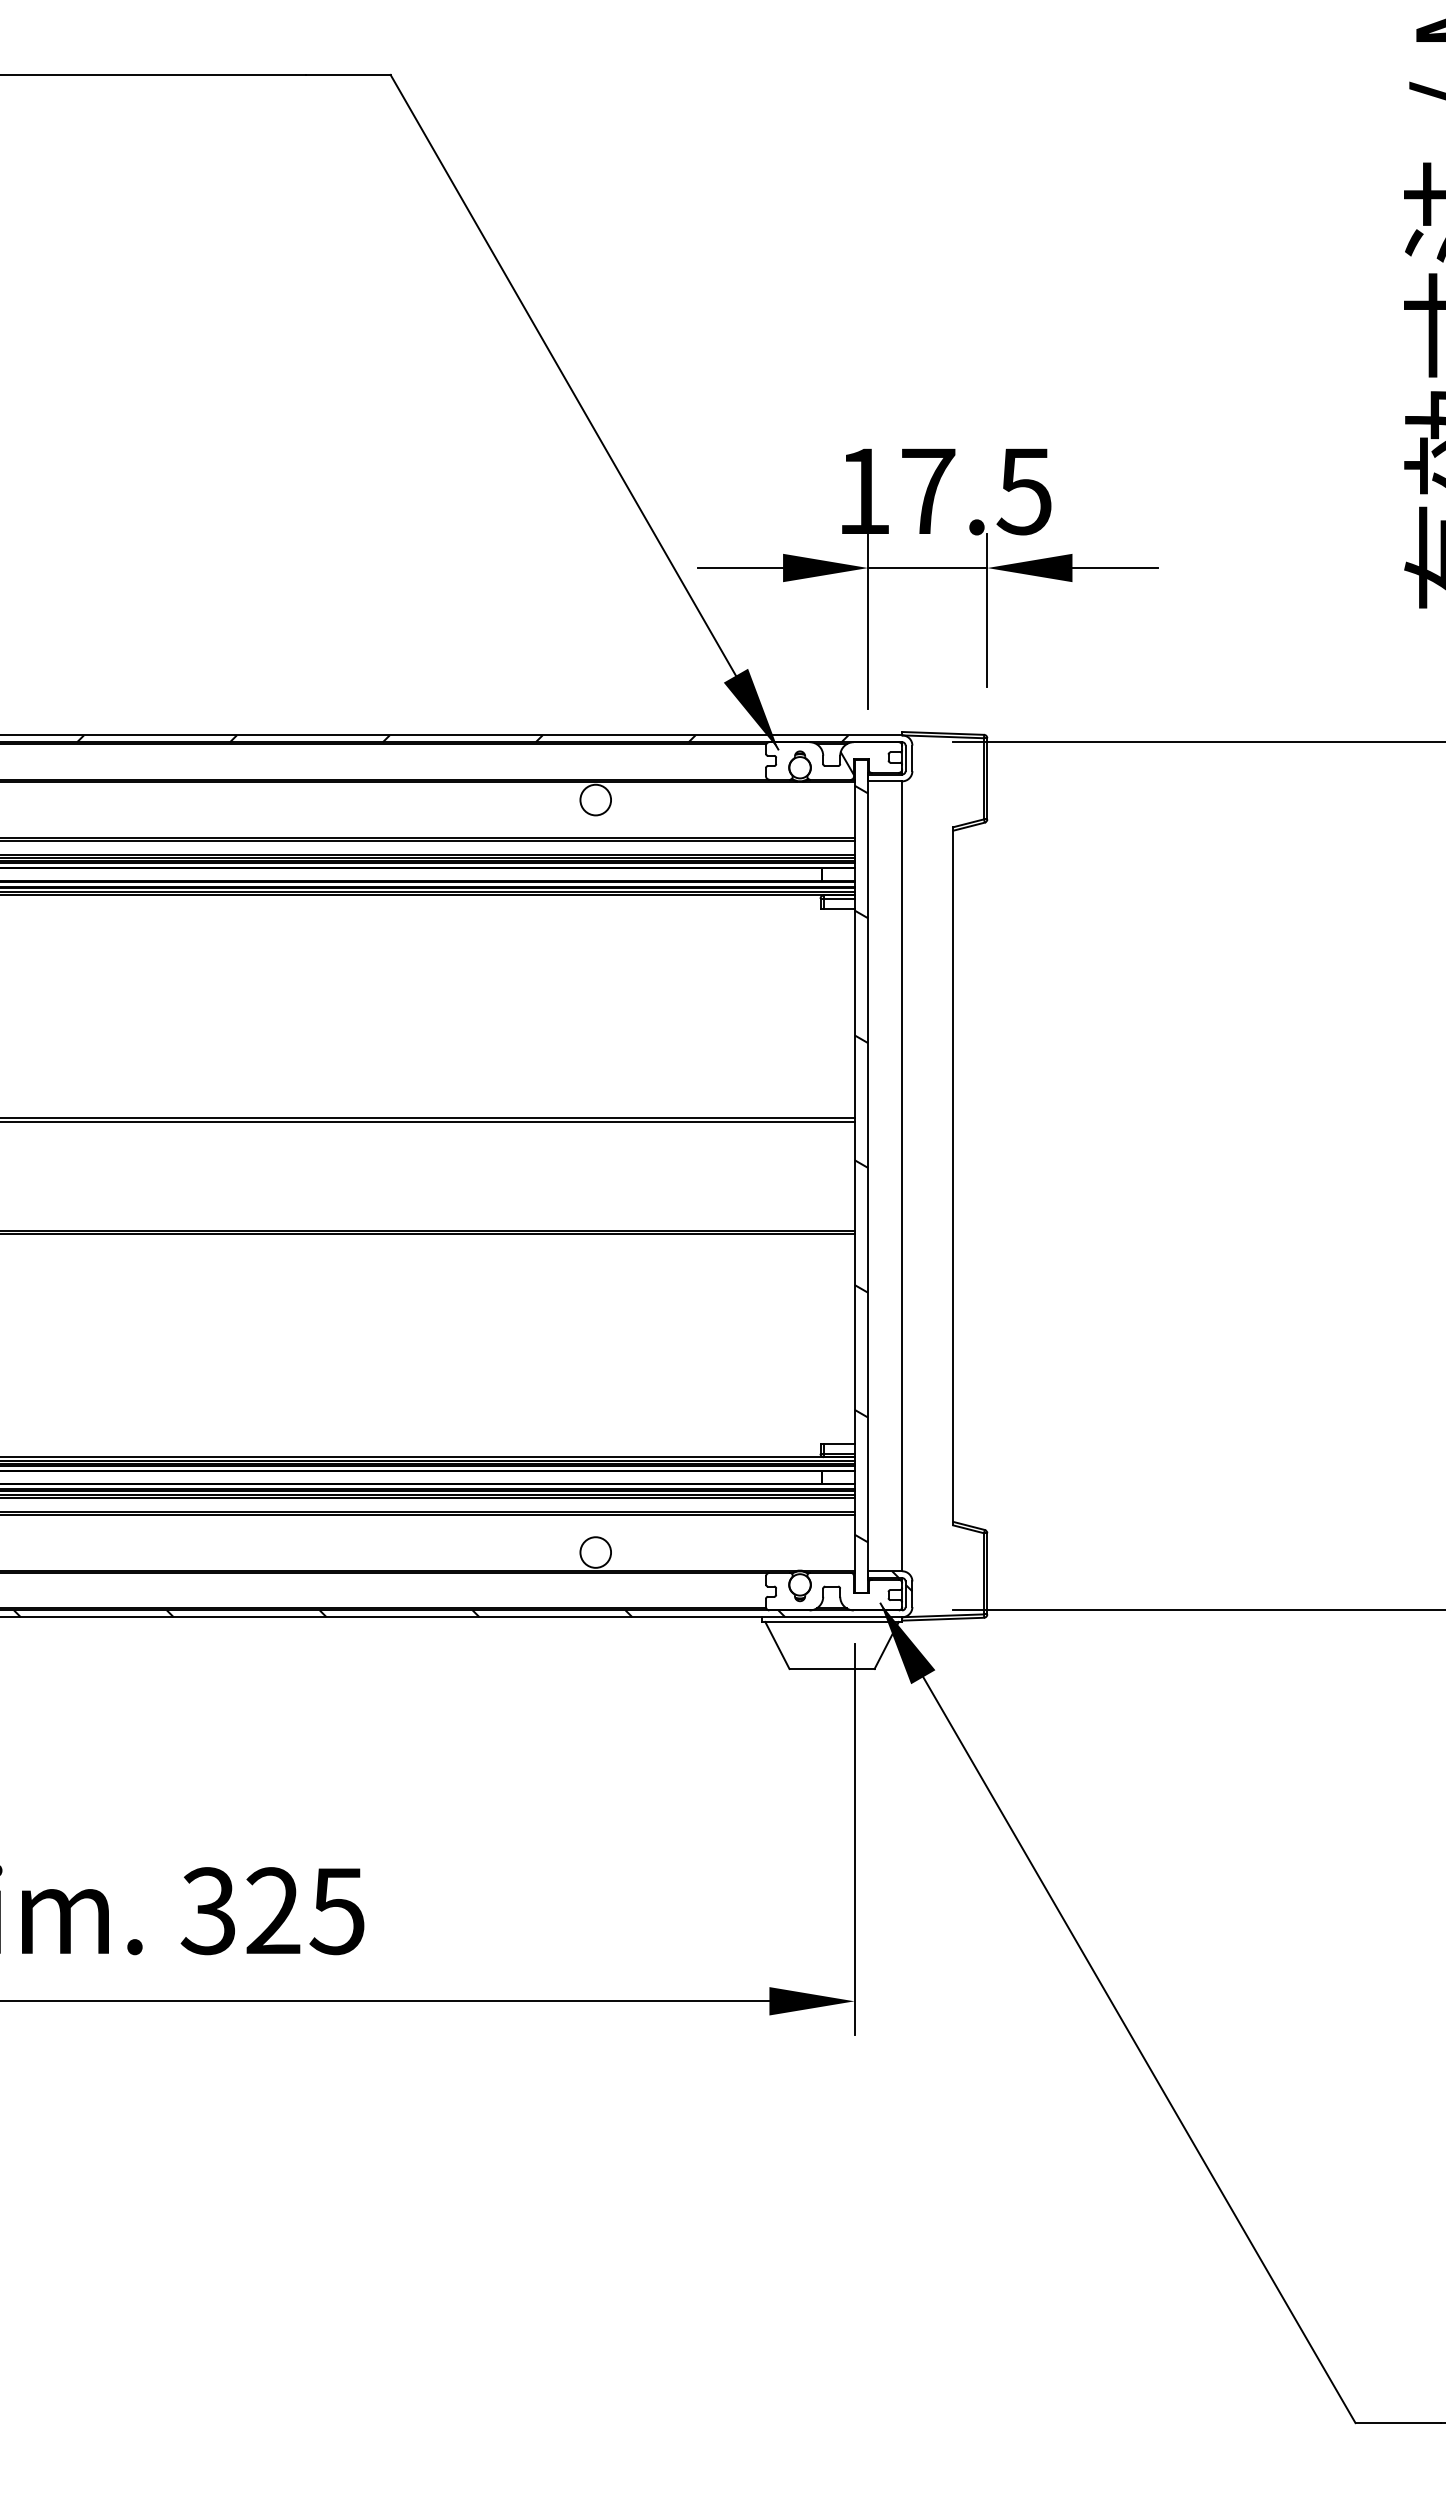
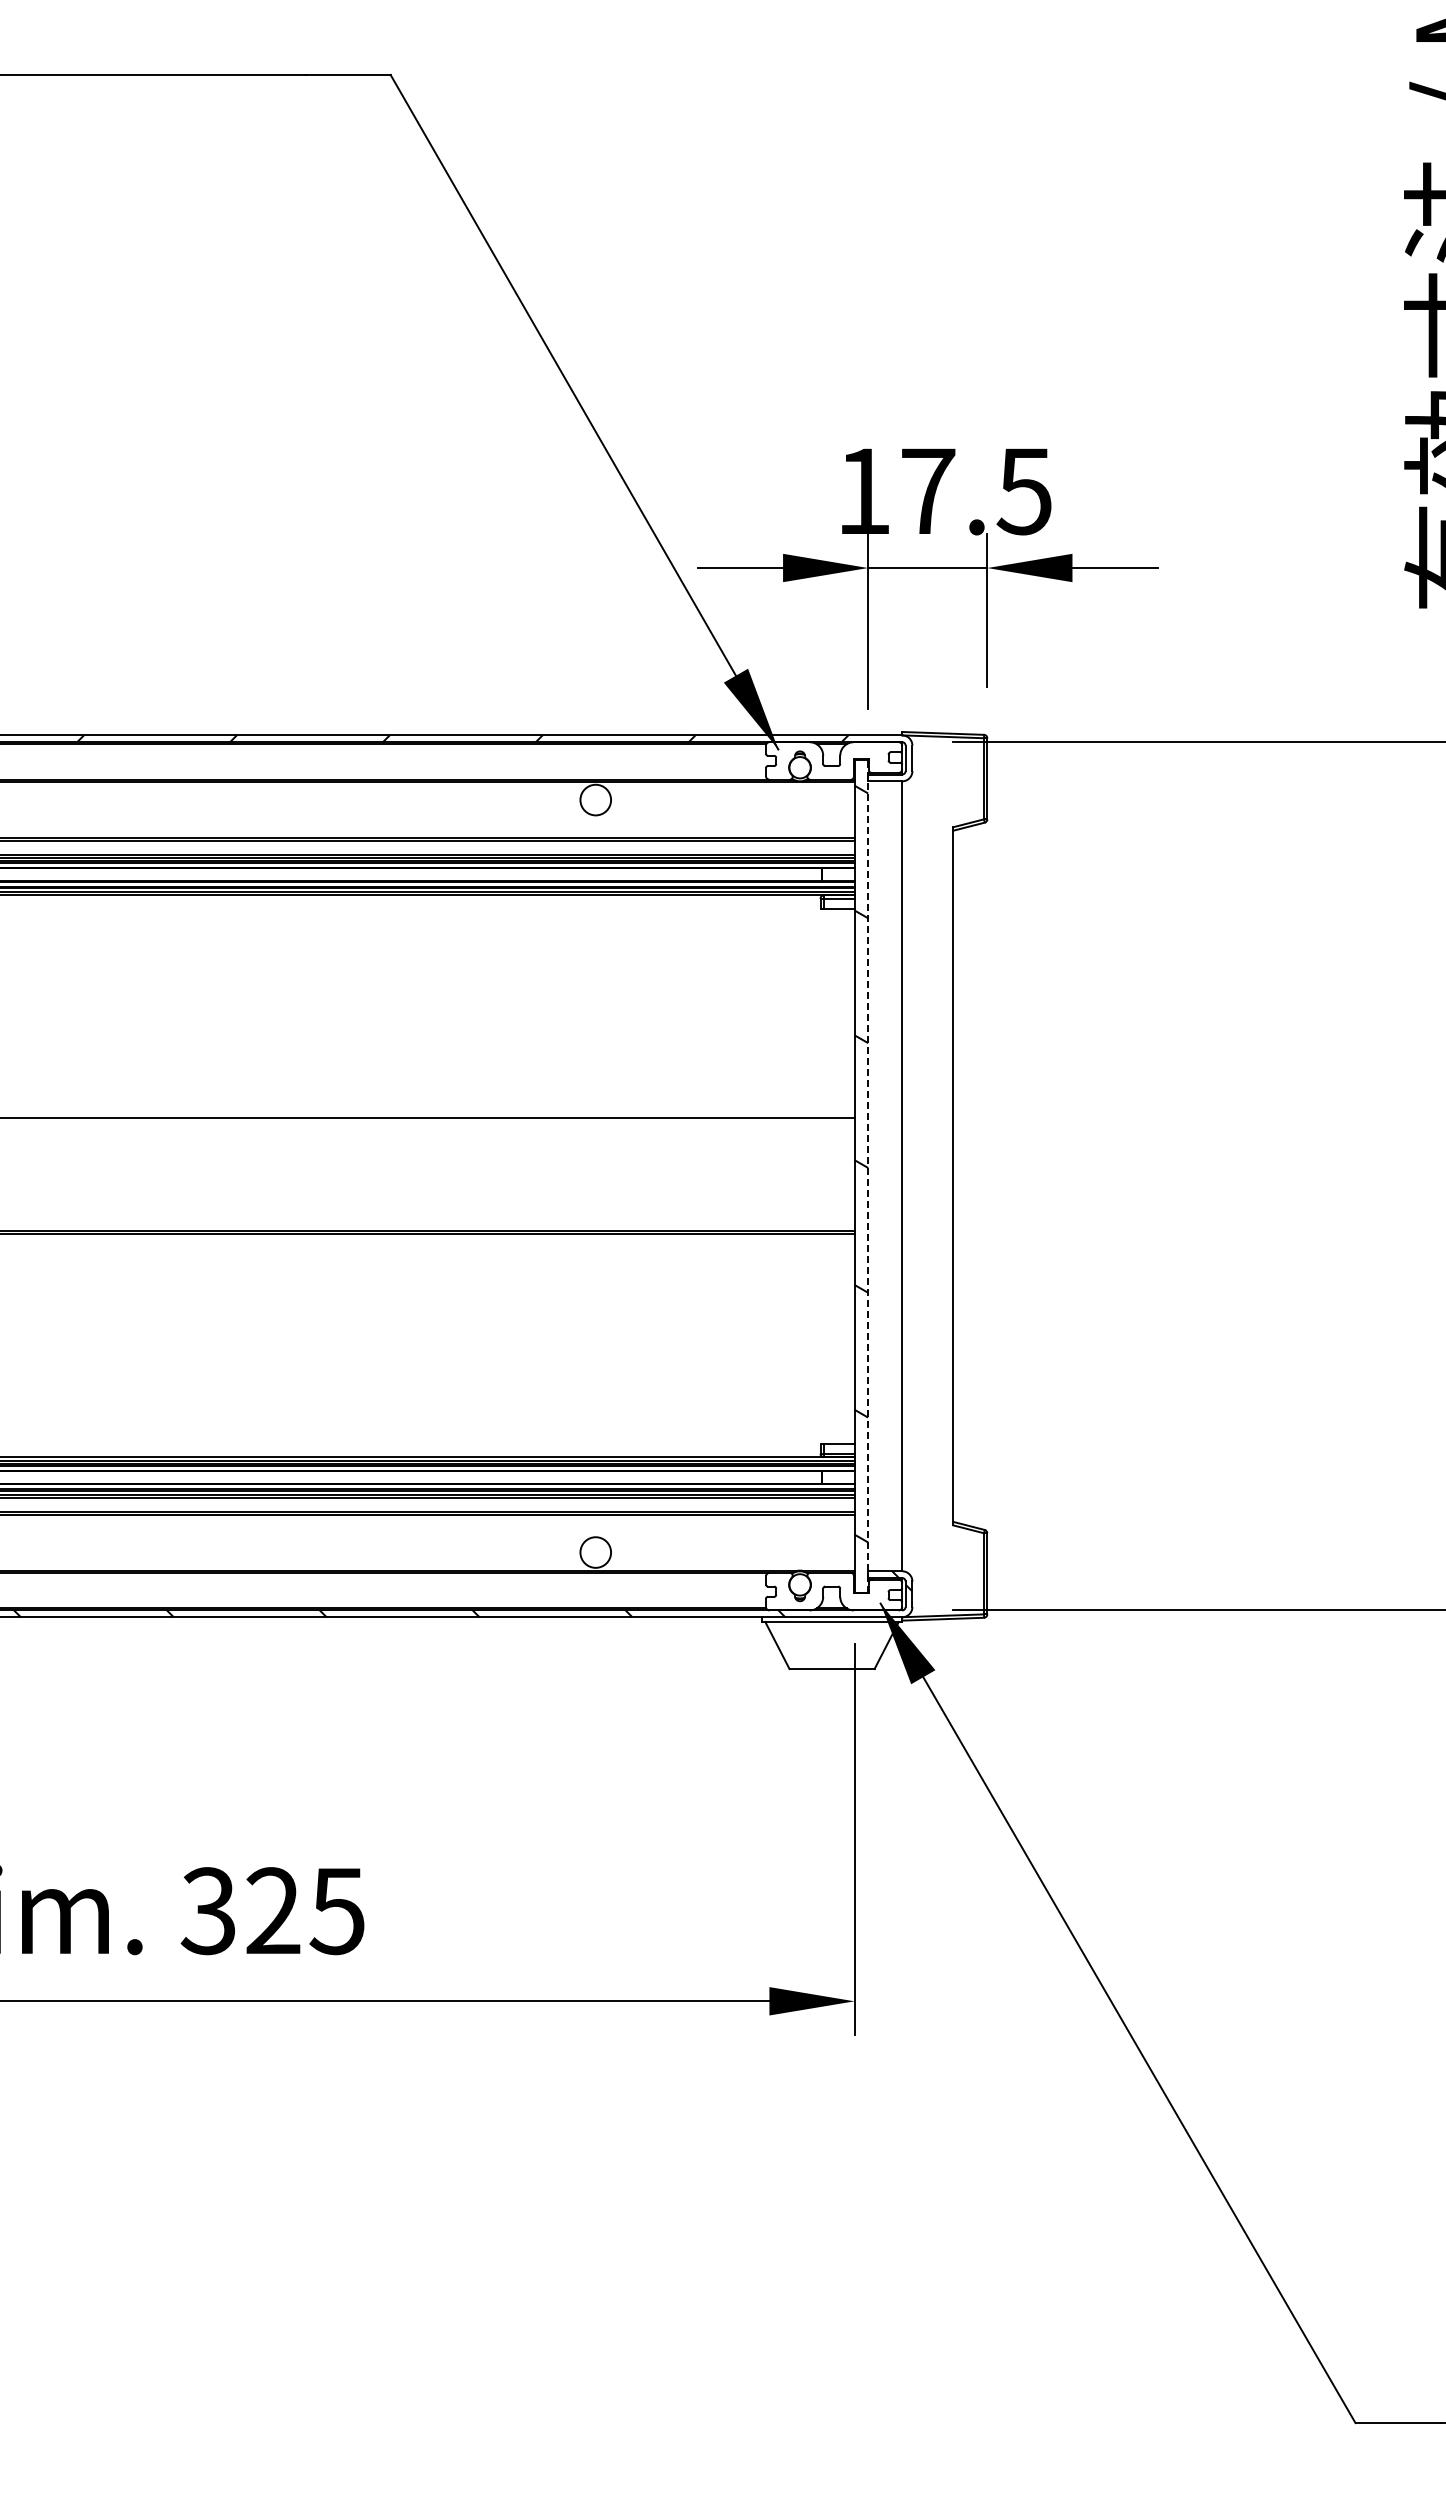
hatch at (846, 763): present -> none
line at (428, 1121): present -> none
line at (868, 1175): solid -> dashed
